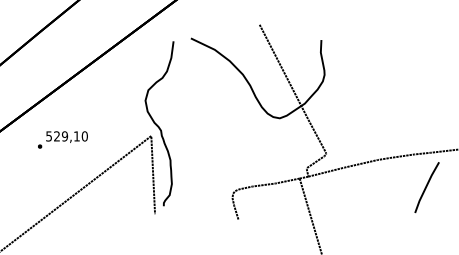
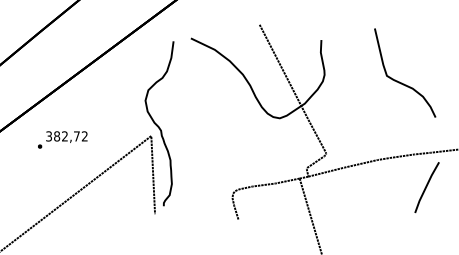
curve at (401, 82): none -> present
text at (66, 136): 529,10 -> 382,72
